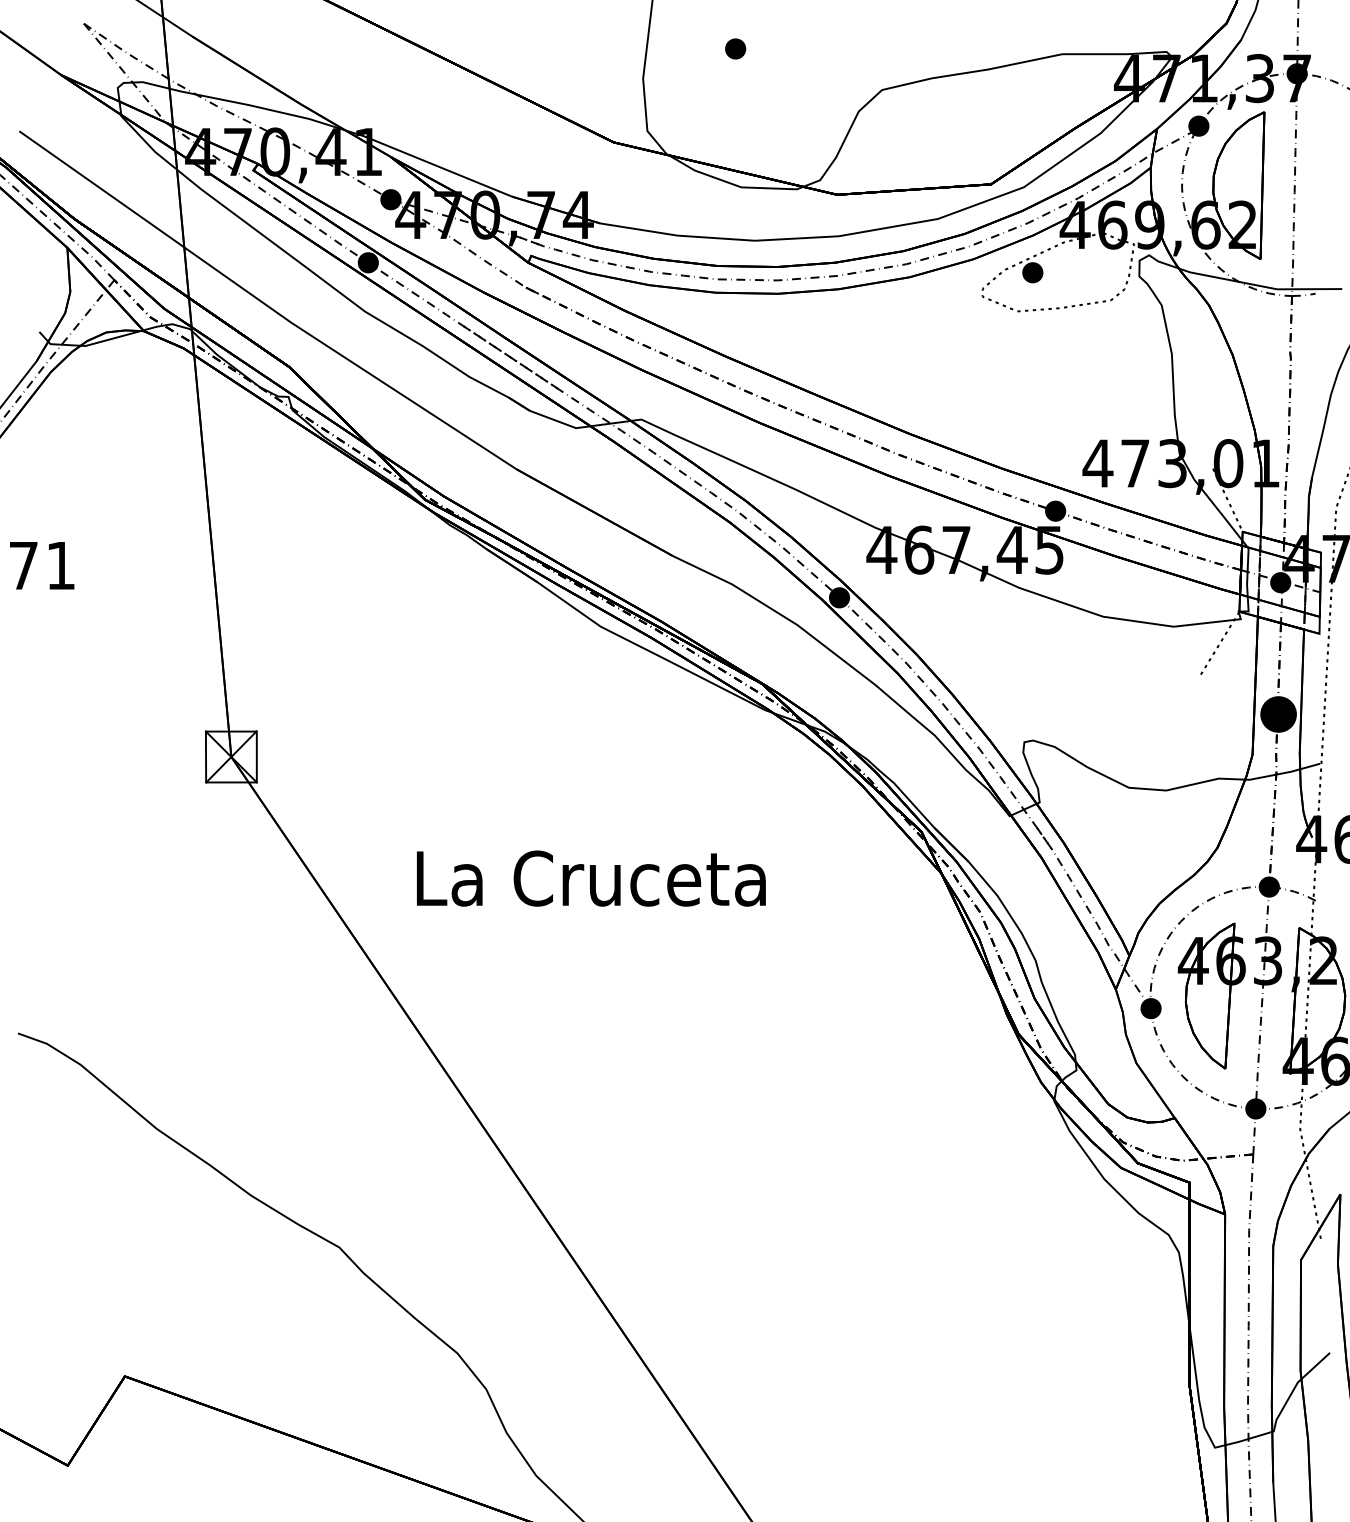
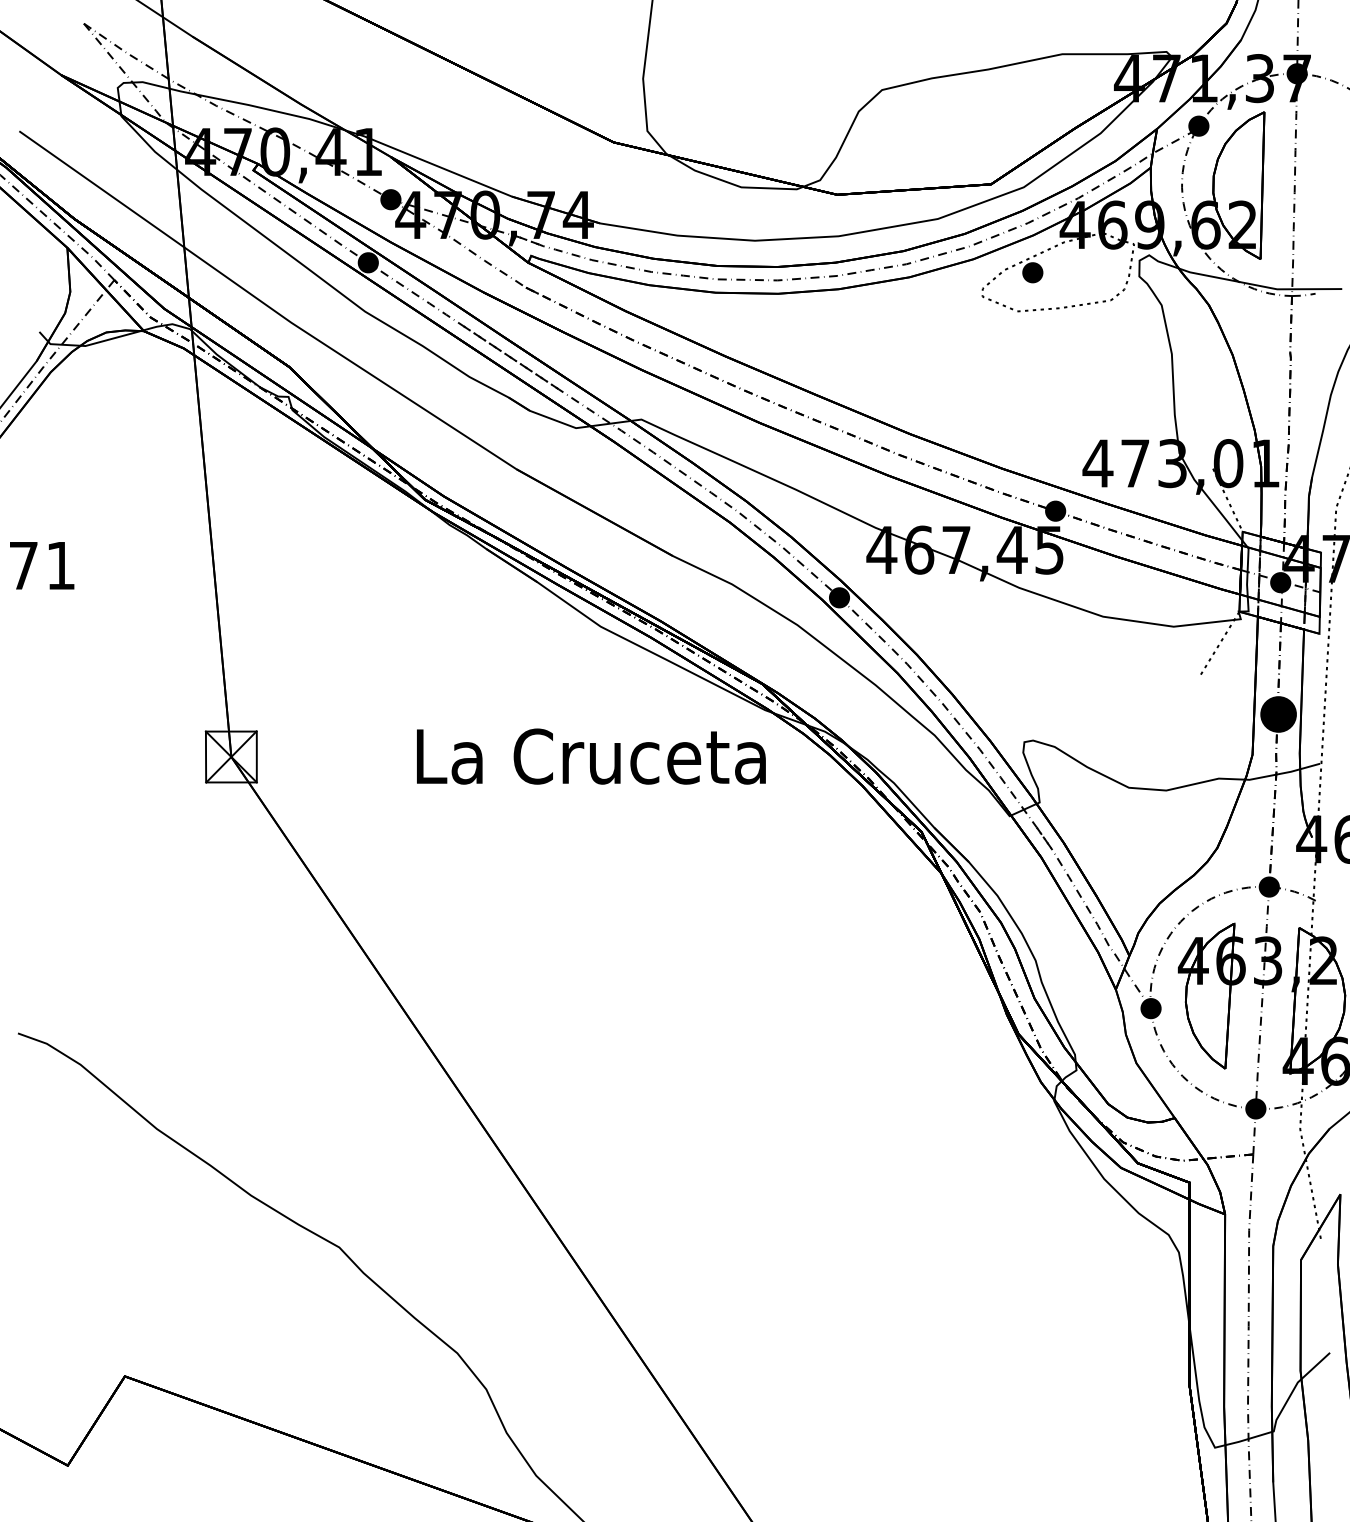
part at (735, 48): present -> none
text at (591, 878) position: (591, 878) -> (591, 756)
